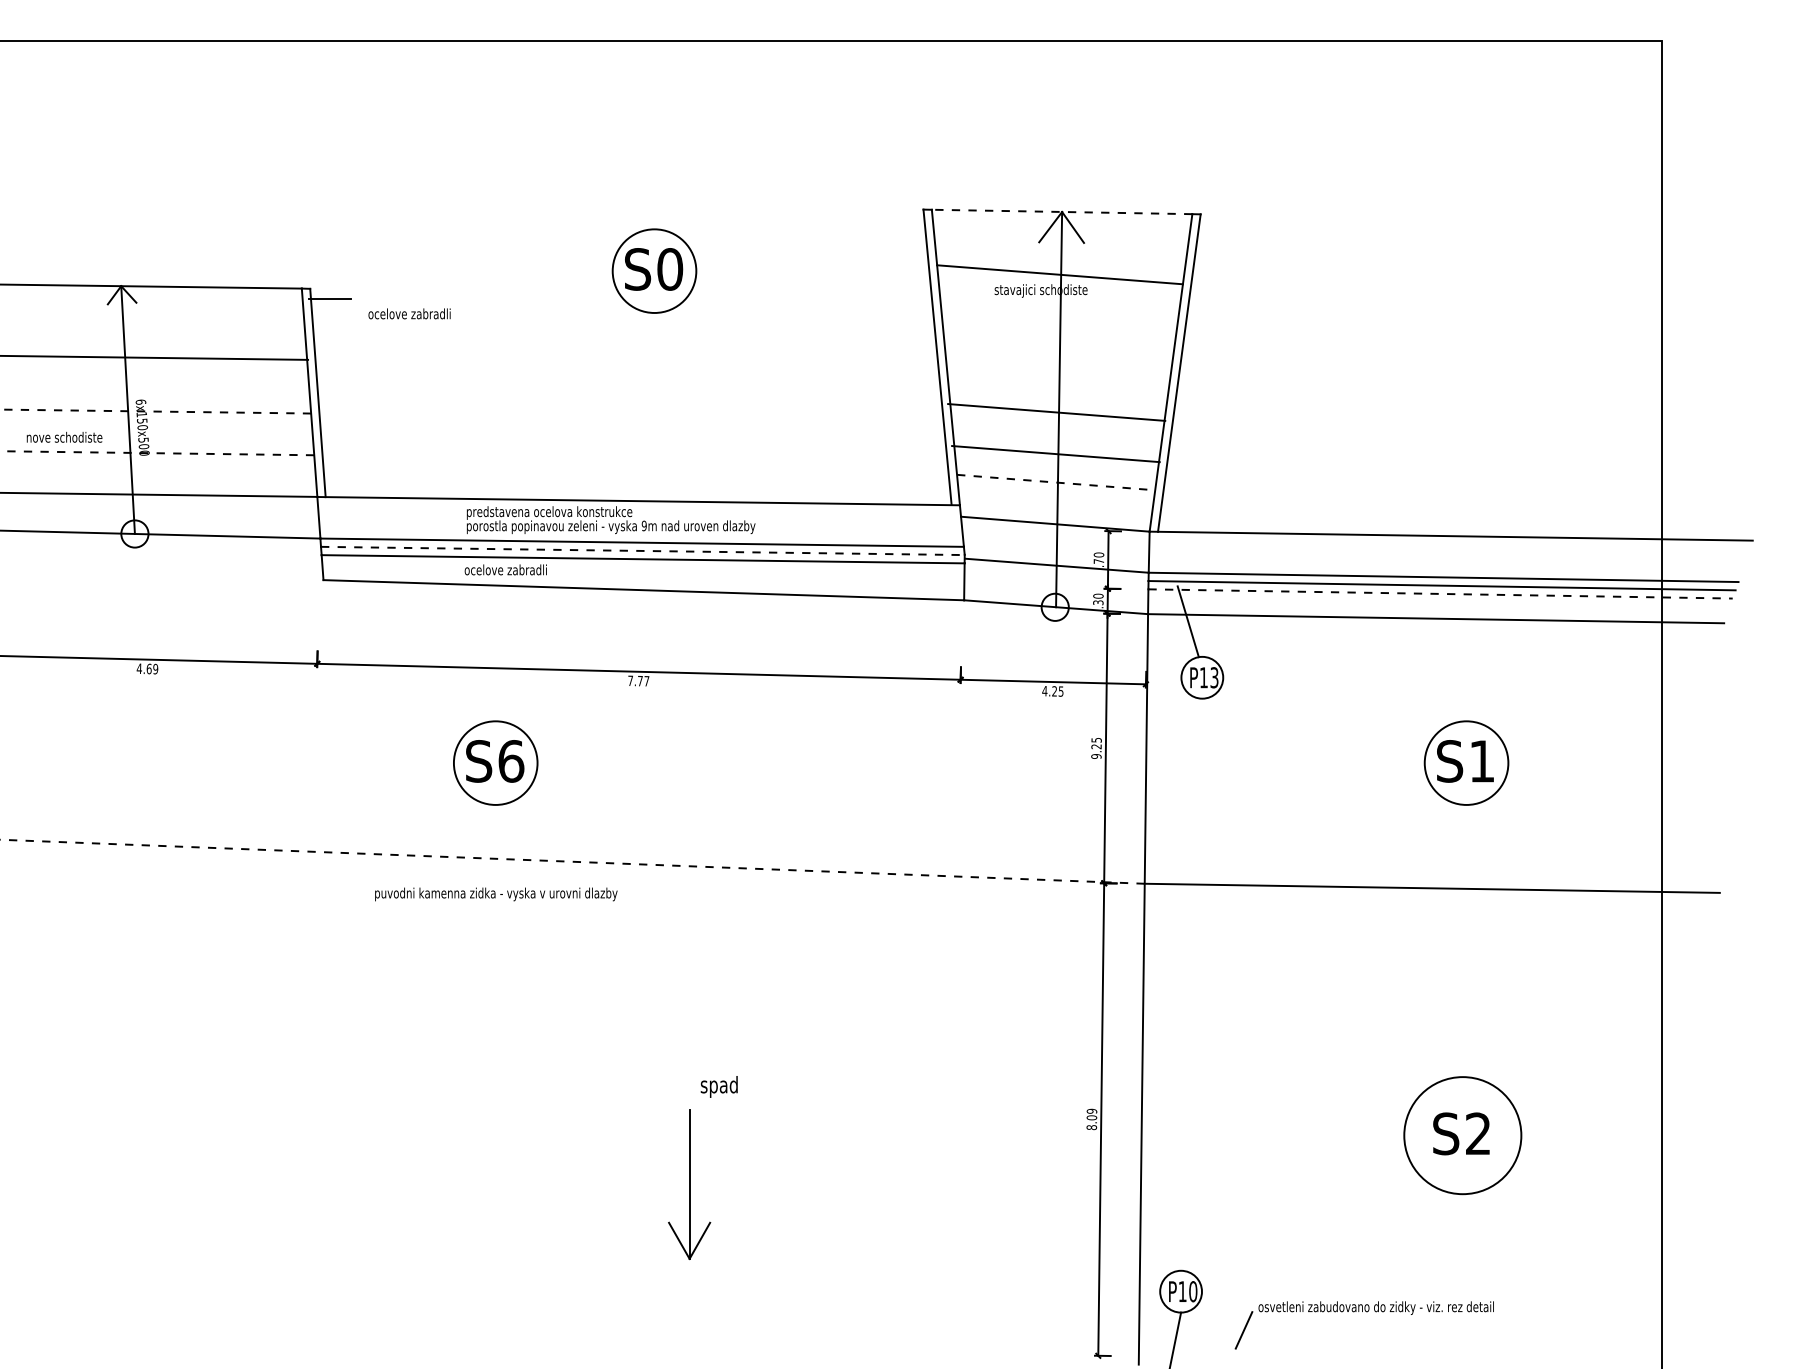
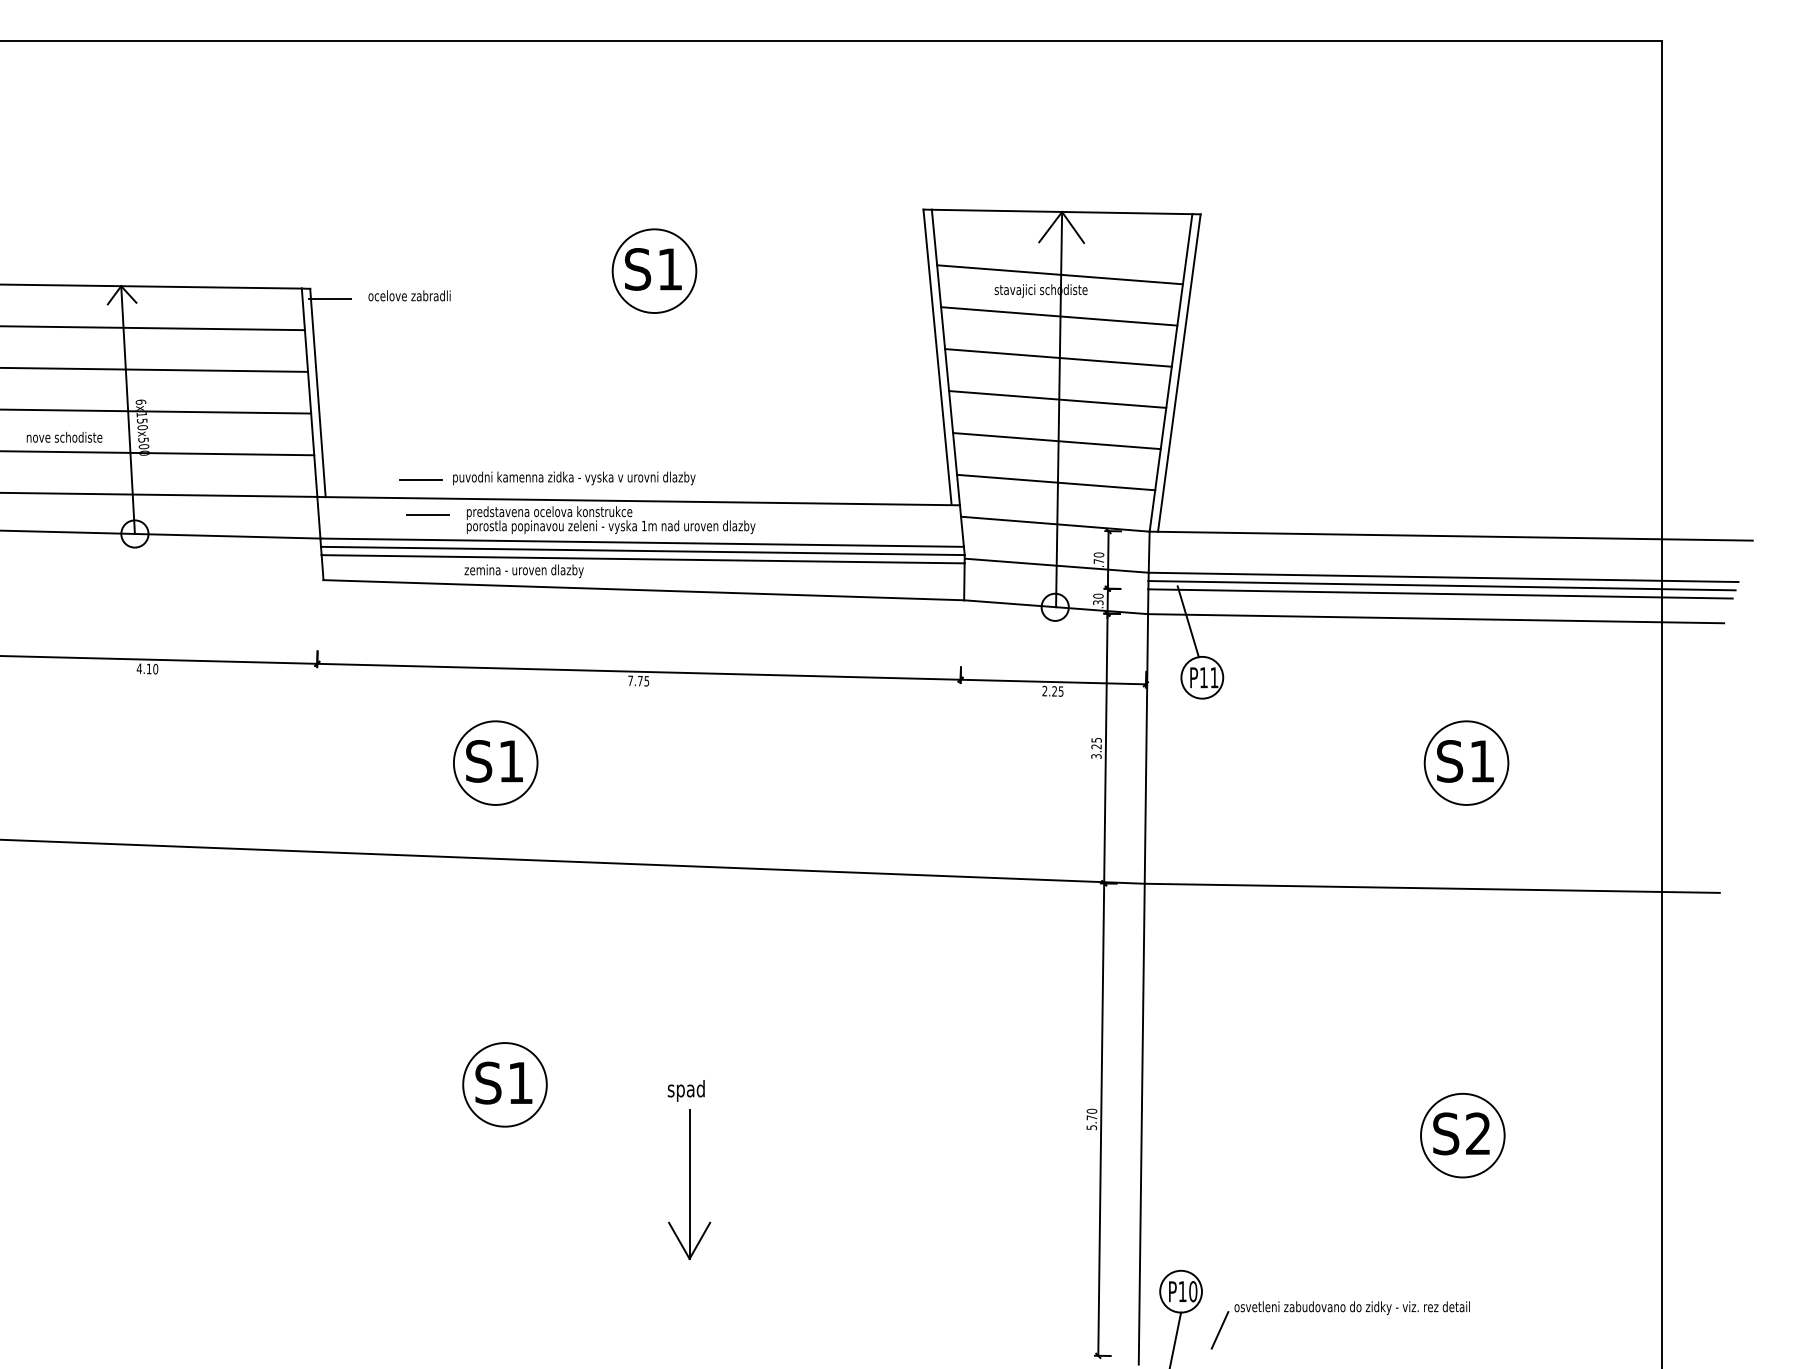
line at (1061, 211): dashed -> solid
text at (670, 269): S0 -> S1
text at (409, 313) position: (409, 313) -> (409, 295)
line at (1059, 316): none -> present
line at (153, 328): none -> present
line at (155, 357) position: (155, 357) -> (155, 369)
line at (1058, 357): none -> present
line at (155, 411): dashed -> solid
line at (1056, 412) position: (1056, 412) -> (1057, 399)
line at (157, 453): dashed -> solid
line at (1055, 454) position: (1055, 454) -> (1056, 441)
line at (421, 479): none -> present
line at (1056, 482): dashed -> solid
line at (427, 514): none -> present
text at (643, 525): 9m -> 1m
line at (642, 550): dashed -> solid
text at (523, 571): ocelove zabradli -> zemina - uroven dlazby
line at (1441, 593): dashed -> solid
text at (151, 668): 4.69 -> 4.10
text at (1214, 677): P13 -> P11
text at (646, 681): 7.77 -> 7.75
text at (1044, 690): 4.25 -> 2.25
text at (1096, 756): 9.25 -> 3.25
text at (511, 761): S6 -> S1
line at (572, 861): dashed -> solid
text at (496, 894) position: (496, 894) -> (574, 478)
part at (504, 1084): none -> present
text at (718, 1086) position: (718, 1086) -> (685, 1090)
text at (1091, 1119): 8.09 -> 5.70
circle at (1462, 1135) diameter: 117 px -> 84 px
part at (1366, 1312) position: (1366, 1312) -> (1342, 1312)
